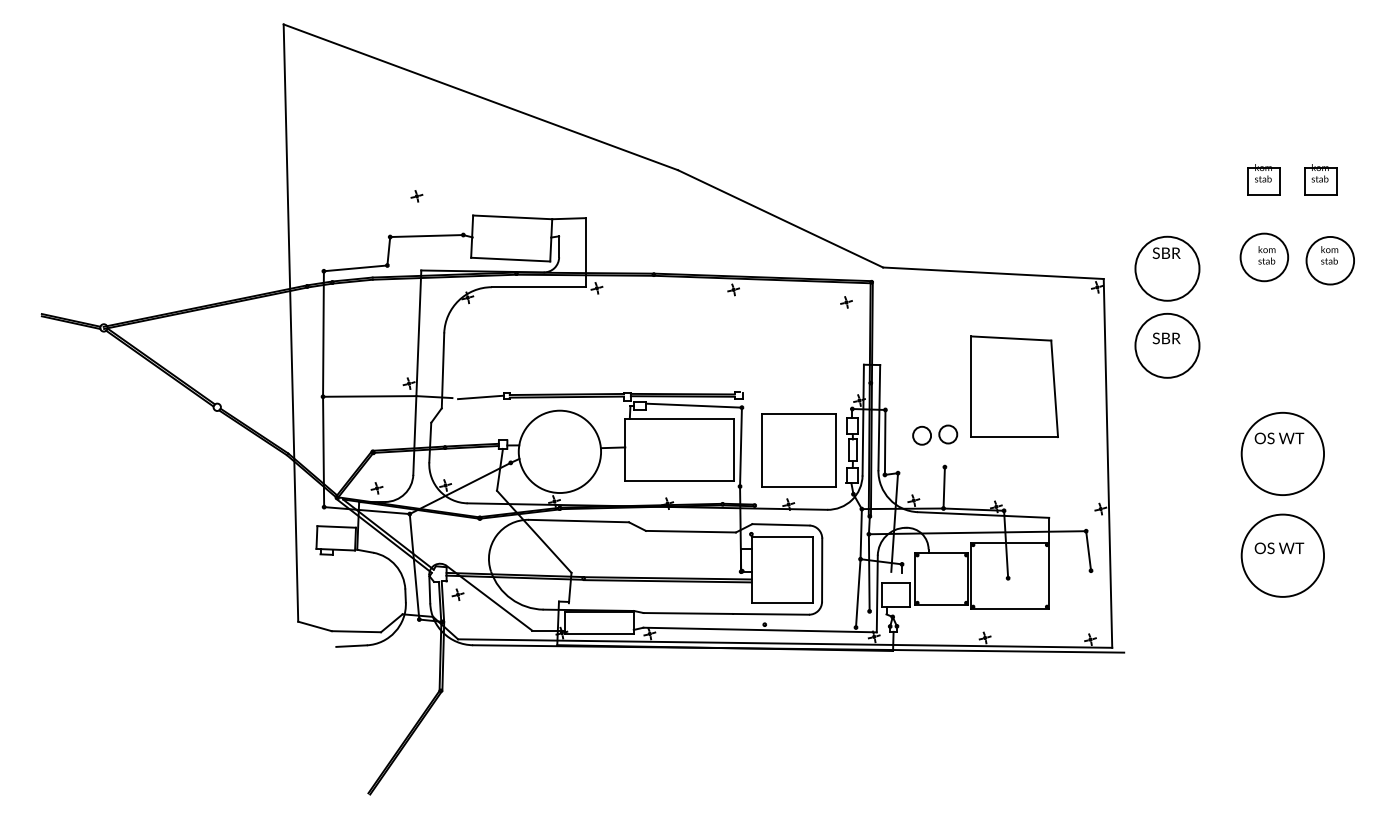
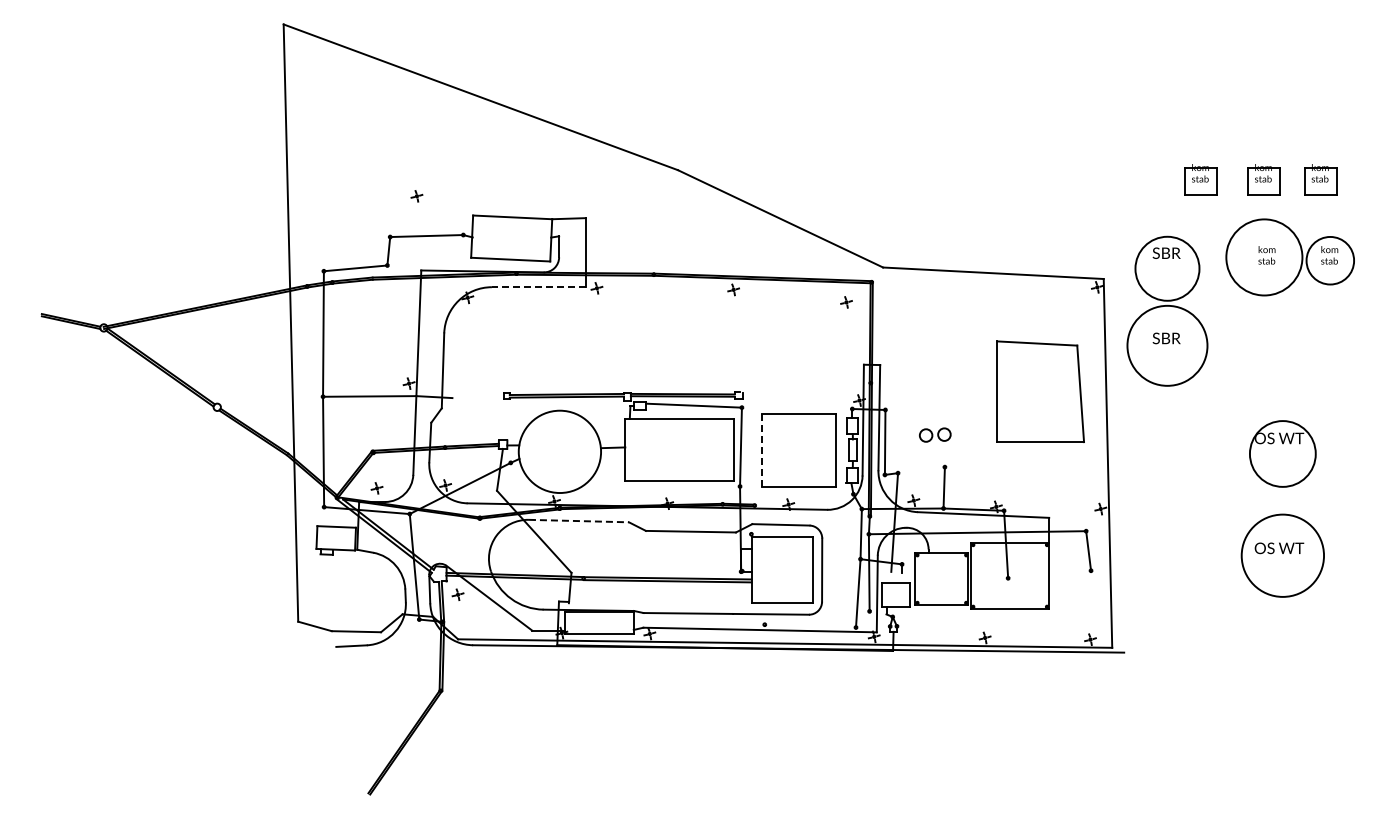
part at (1200, 179): none -> present
circle at (1264, 257) diameter: 48 px -> 76 px
line at (538, 287): solid -> dashed
circle at (1167, 345) diameter: 64 px -> 80 px
part at (1014, 386) position: (1014, 386) -> (1040, 391)
line at (481, 397): present -> none
part at (935, 434) size: 47x22 px -> 33x16 px
line at (762, 450): solid -> dashed
circle at (1282, 453) diameter: 82 px -> 66 px
line at (579, 521): solid -> dashed
